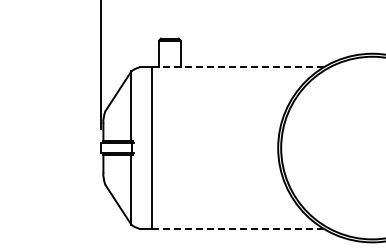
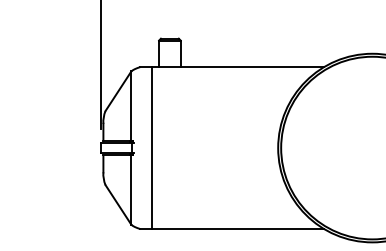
line at (238, 67): dashed -> solid
line at (238, 229): dashed -> solid
